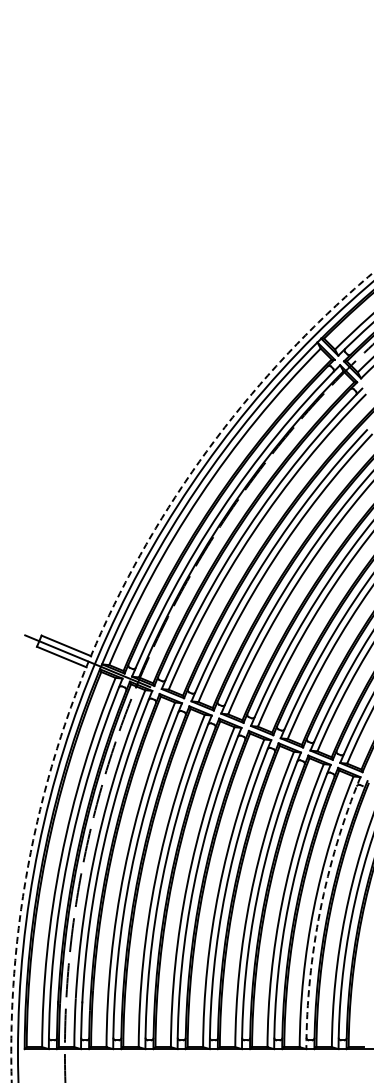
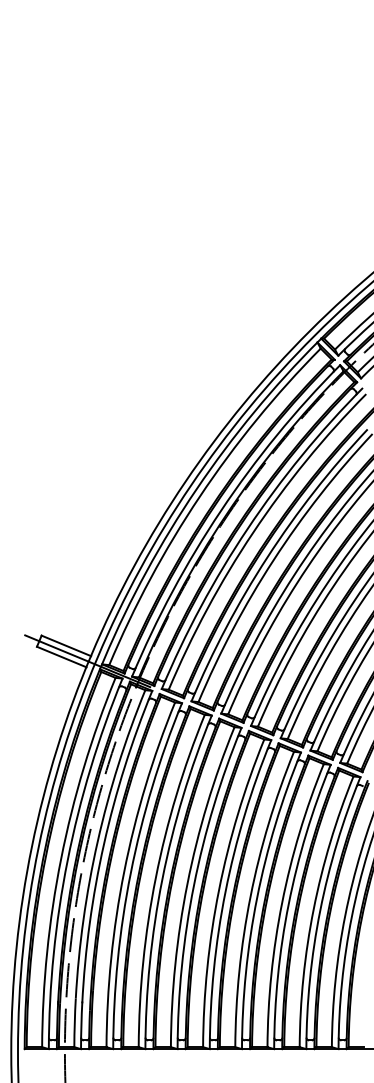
circle at (192, 677): dashed -> solid
arc at (320, 910): dashed -> solid
